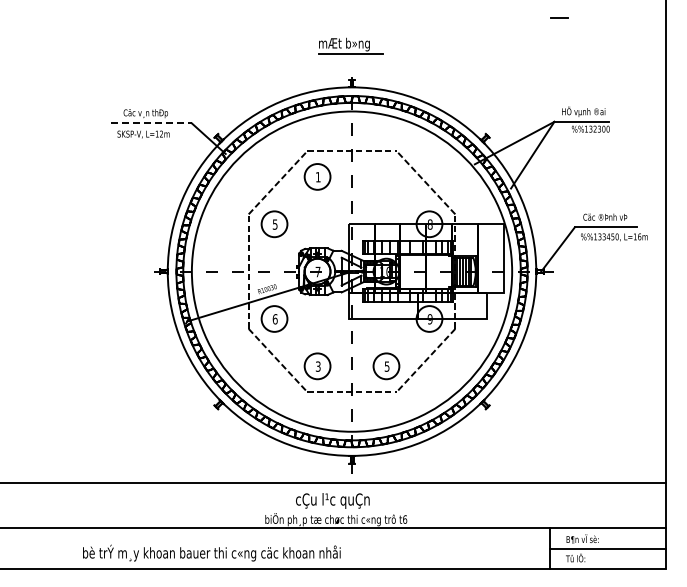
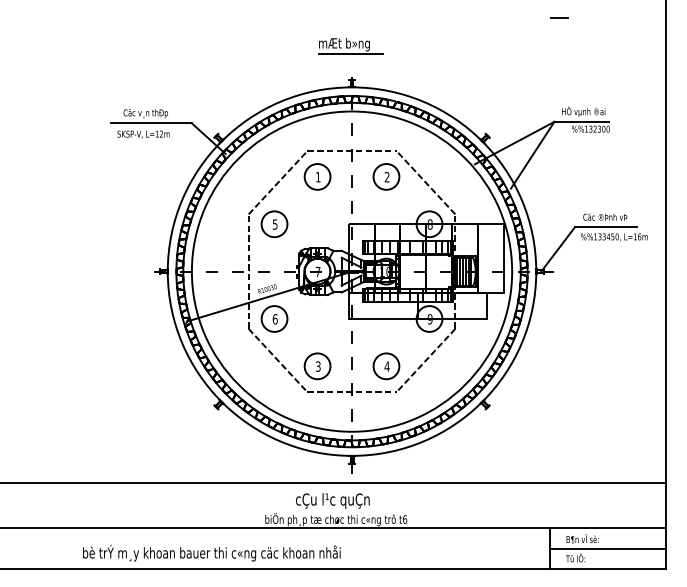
line at (152, 123): dashed -> solid
part at (386, 176): none -> present
text at (386, 366): 5 -> 4
